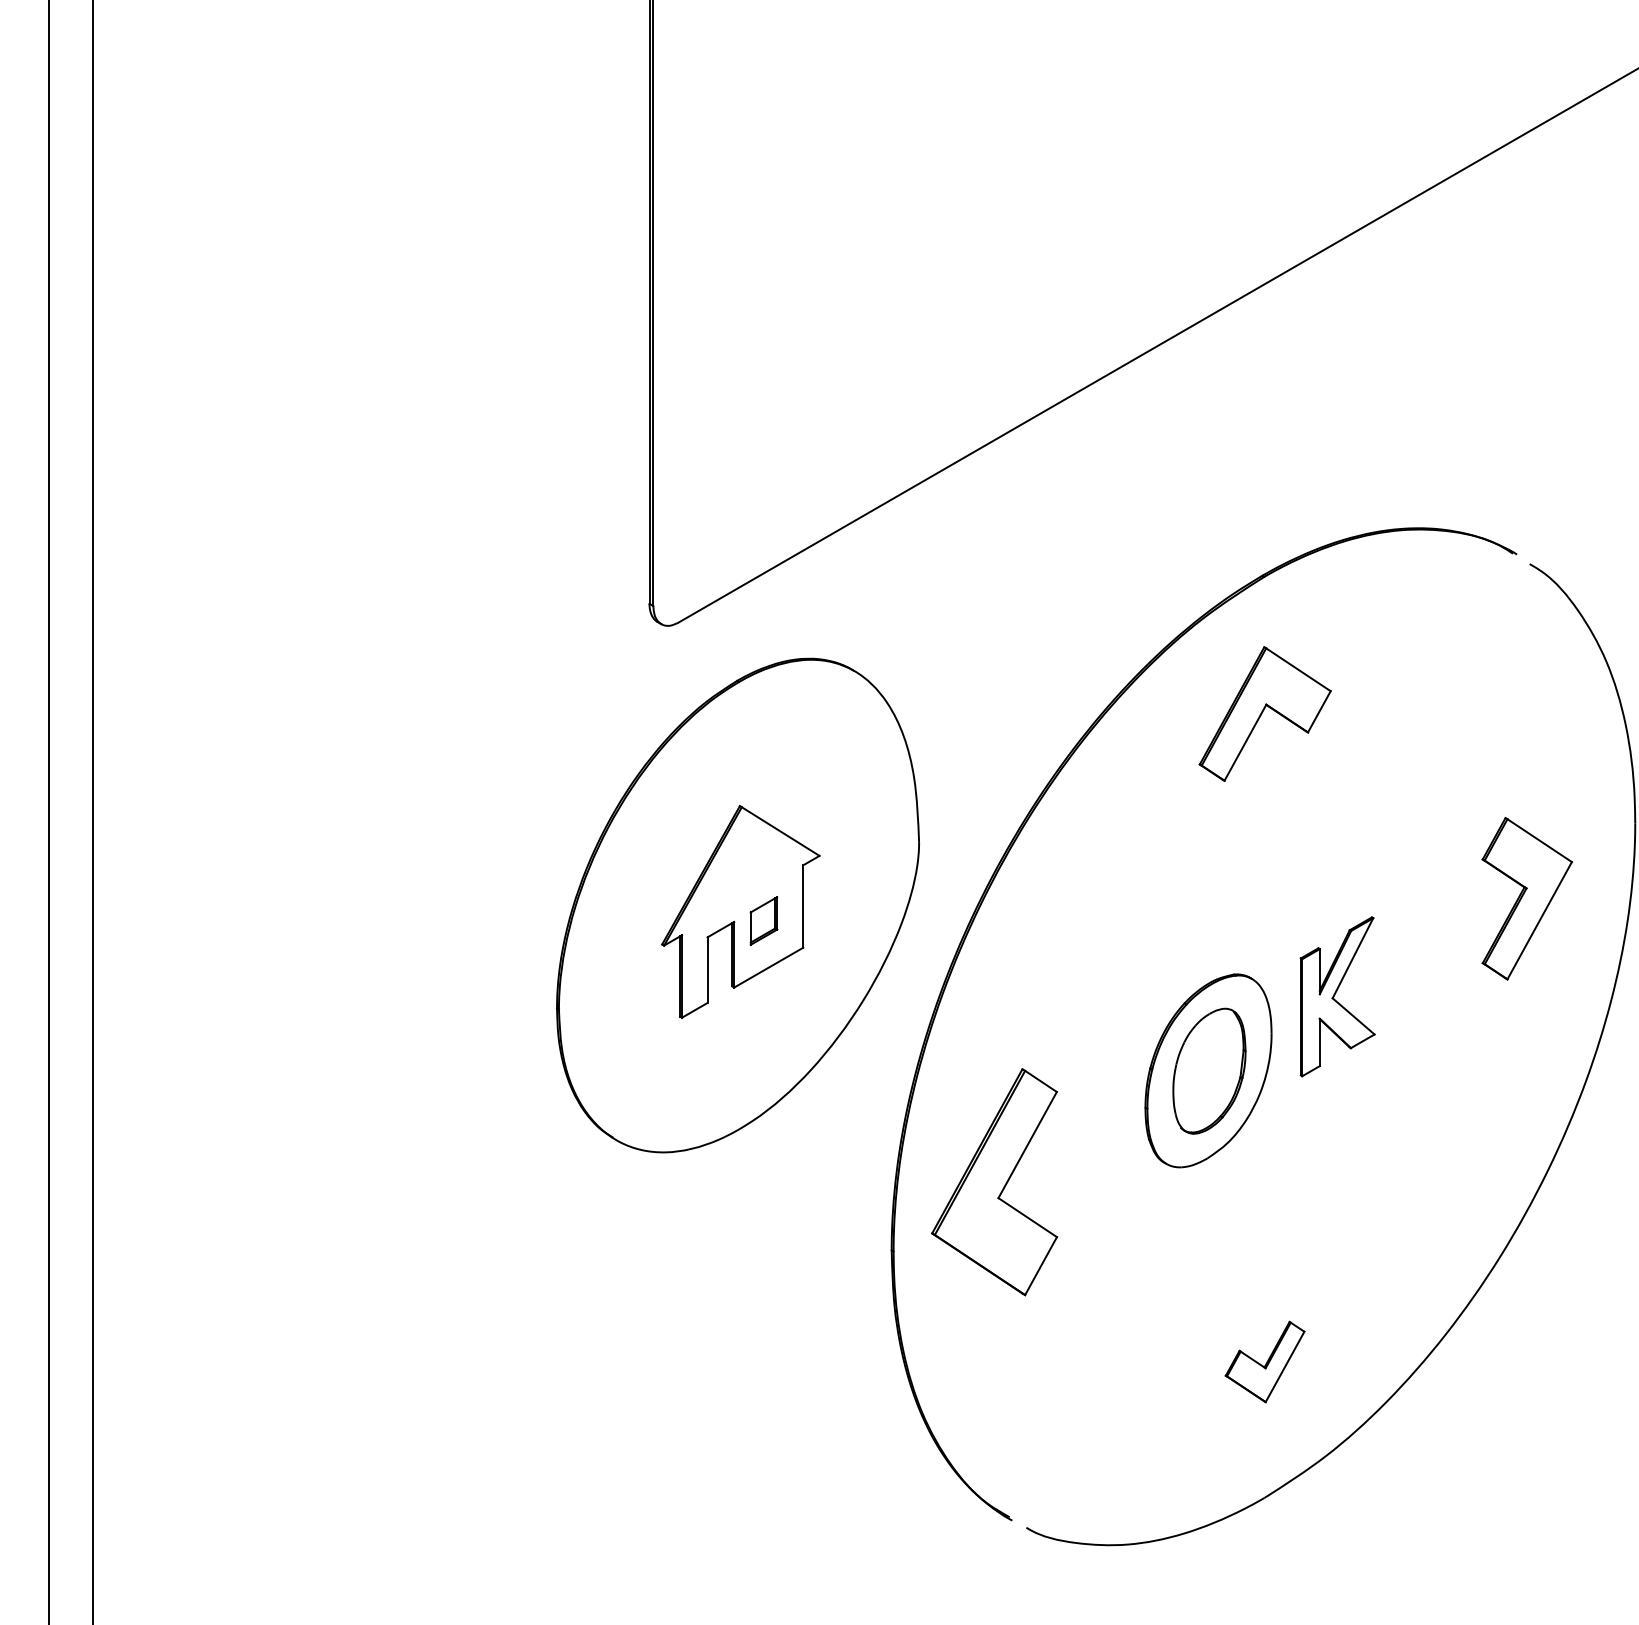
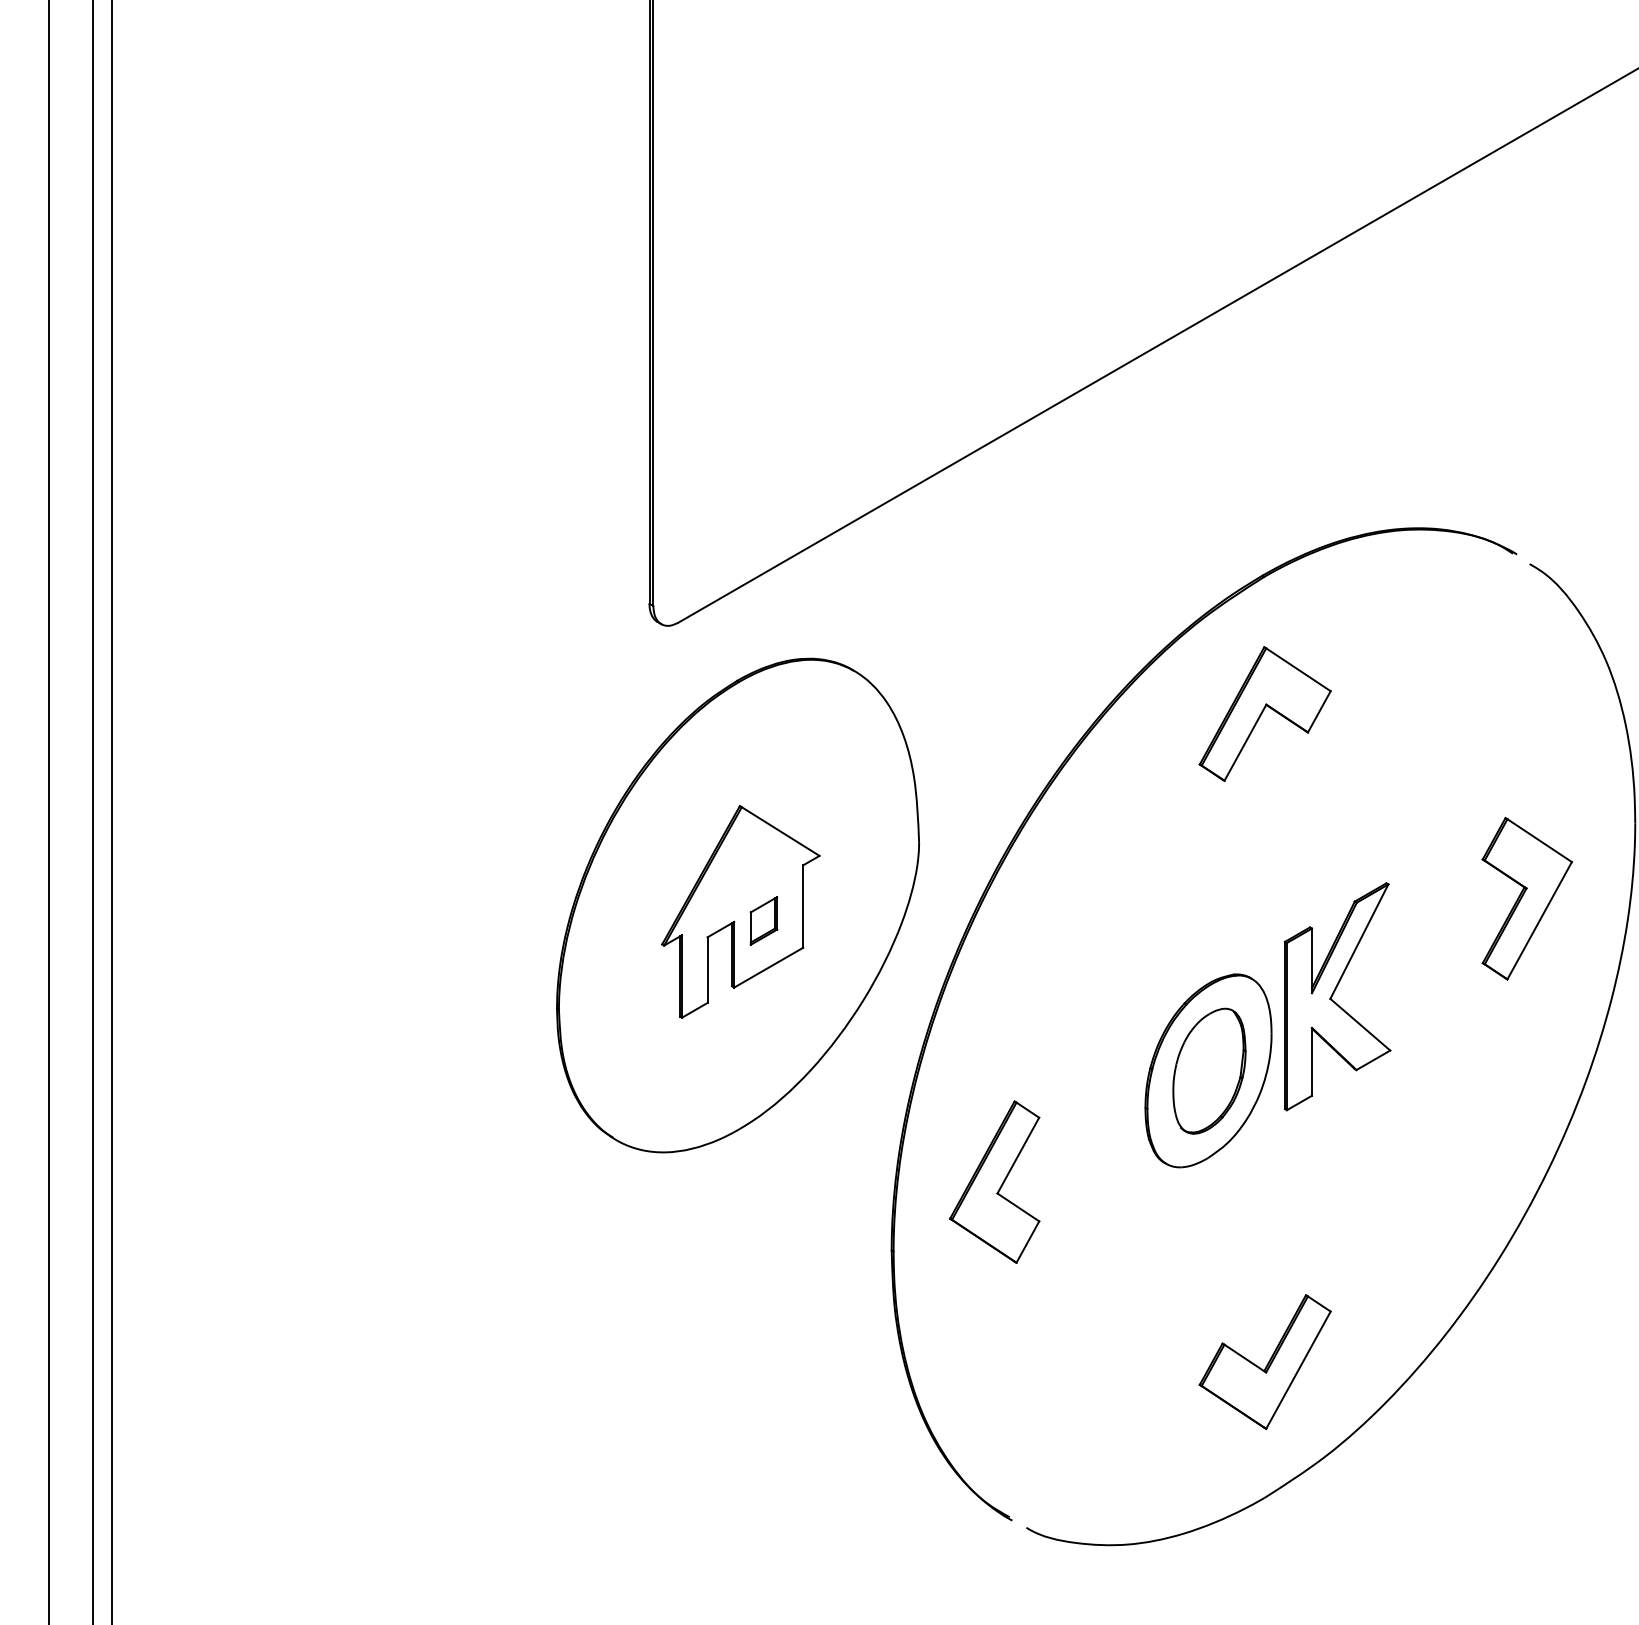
line at (111, 811): none -> present
part at (1337, 996) size: 77x162 px -> 108x230 px
part at (994, 1182) size: 128x229 px -> 92x164 px
part at (1264, 1361) size: 82x84 px -> 134x136 px
